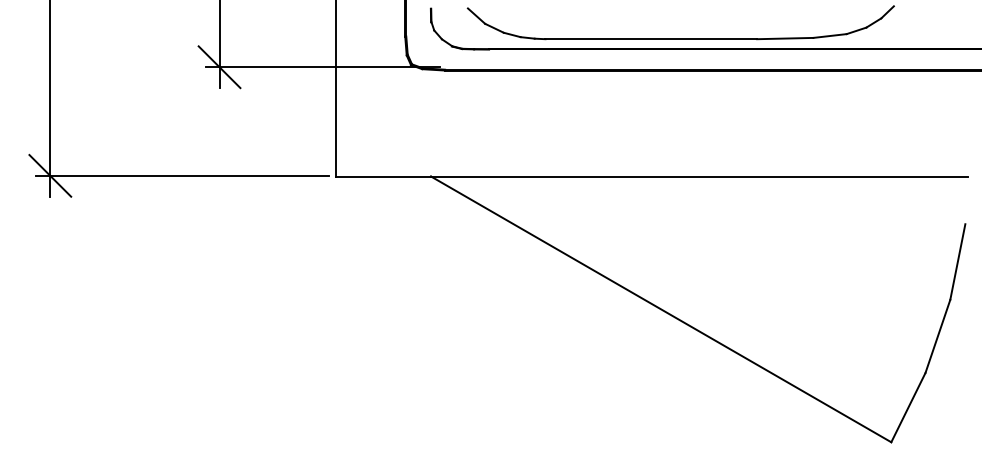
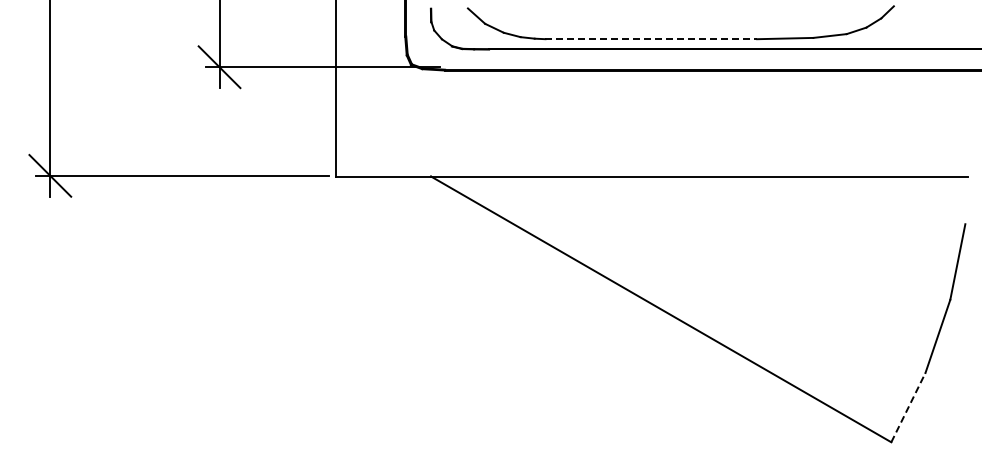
line at (651, 39): solid -> dashed
line at (908, 407): solid -> dashed
